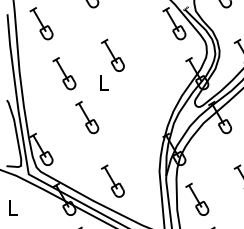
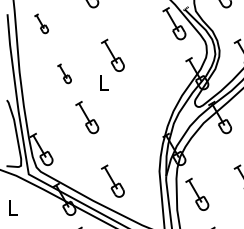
part at (41, 23) size: 25x34 px -> 15x22 px
part at (64, 73) size: 25x34 px -> 15x22 px
part at (197, 198) position: (197, 198) -> (197, 193)
